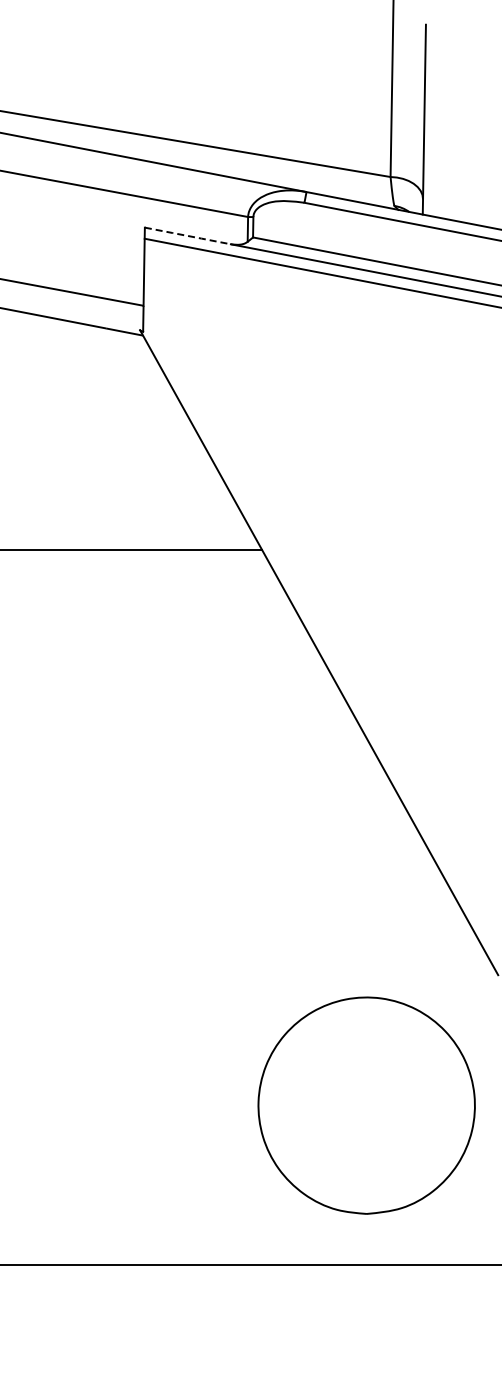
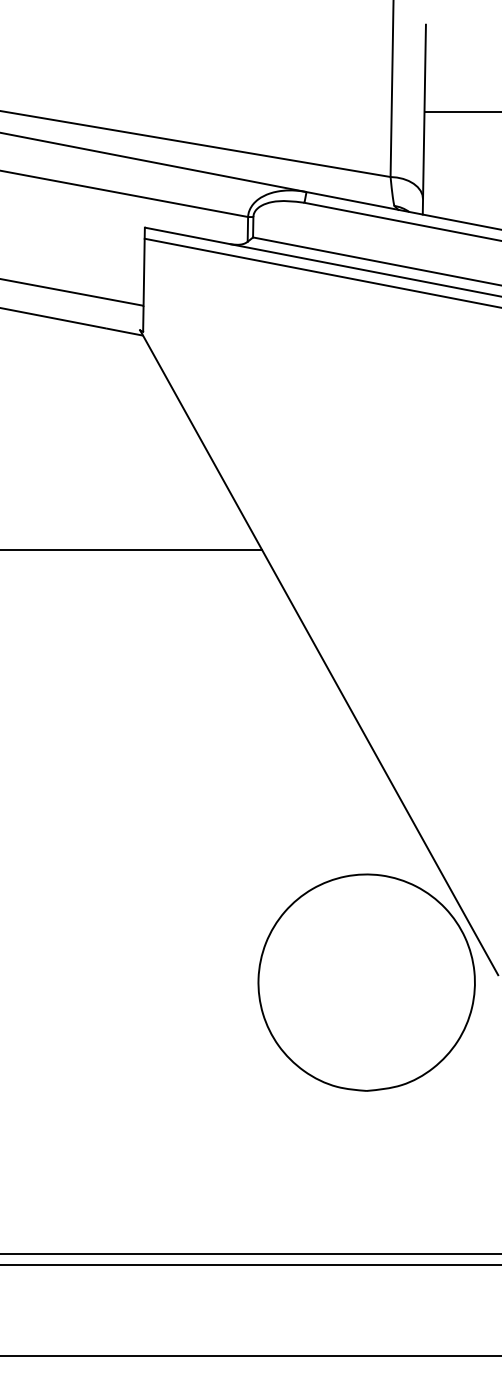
line at (461, 112): none -> present
line at (188, 236): dashed -> solid
part at (366, 1105) position: (366, 1105) -> (366, 982)
line at (250, 1254): none -> present
line at (250, 1356): none -> present
